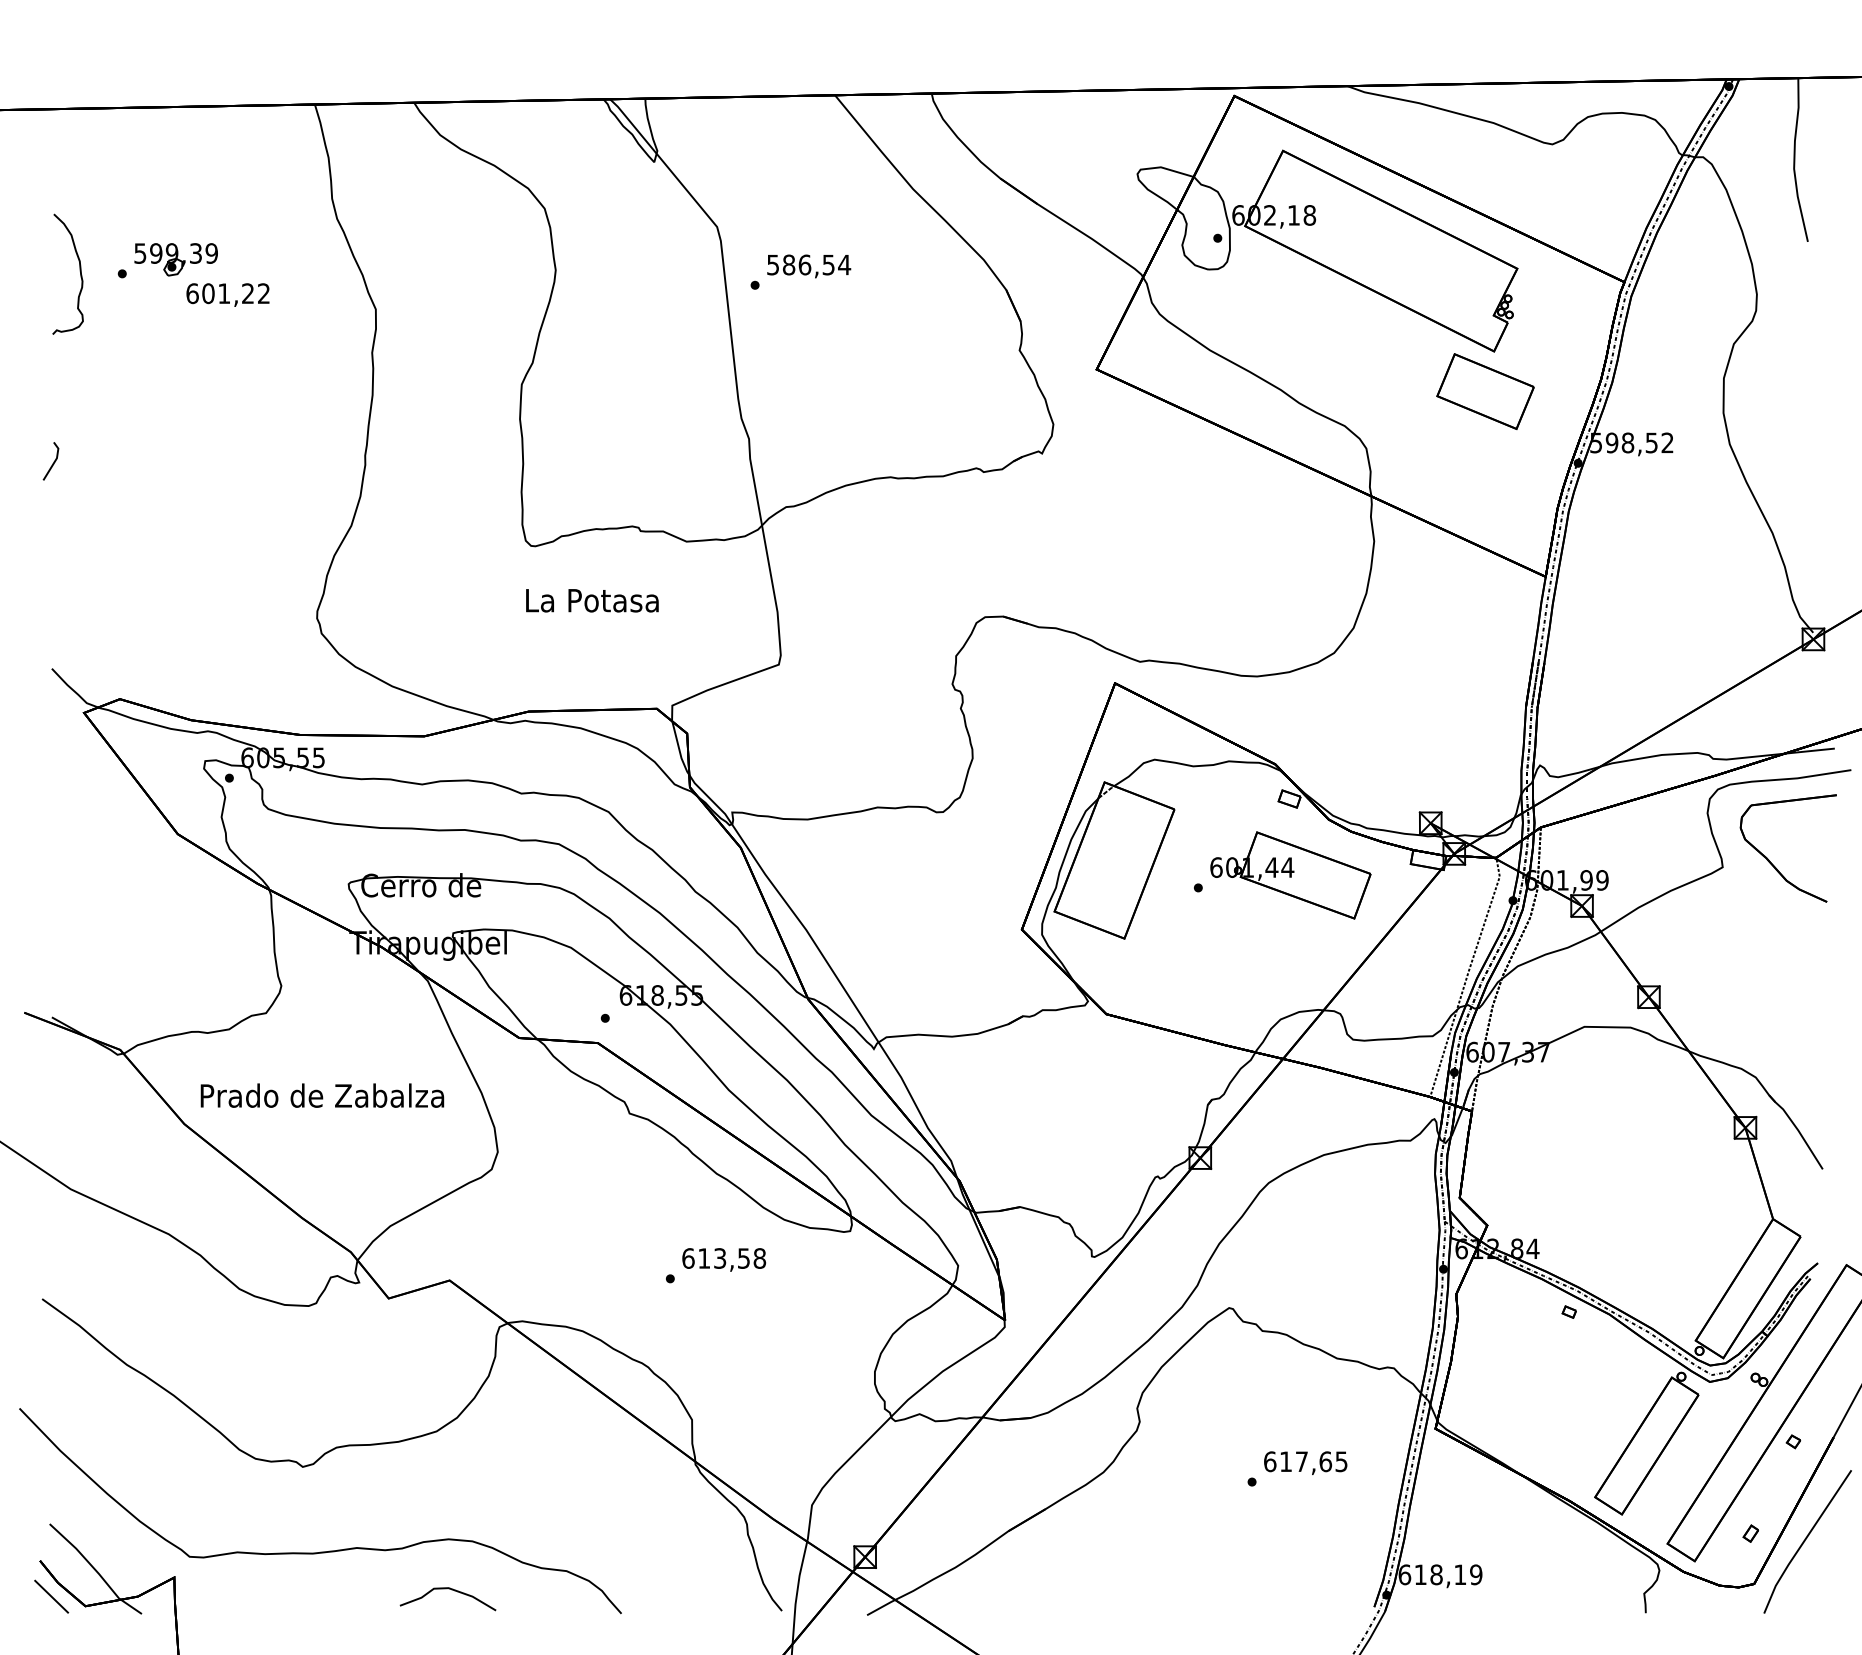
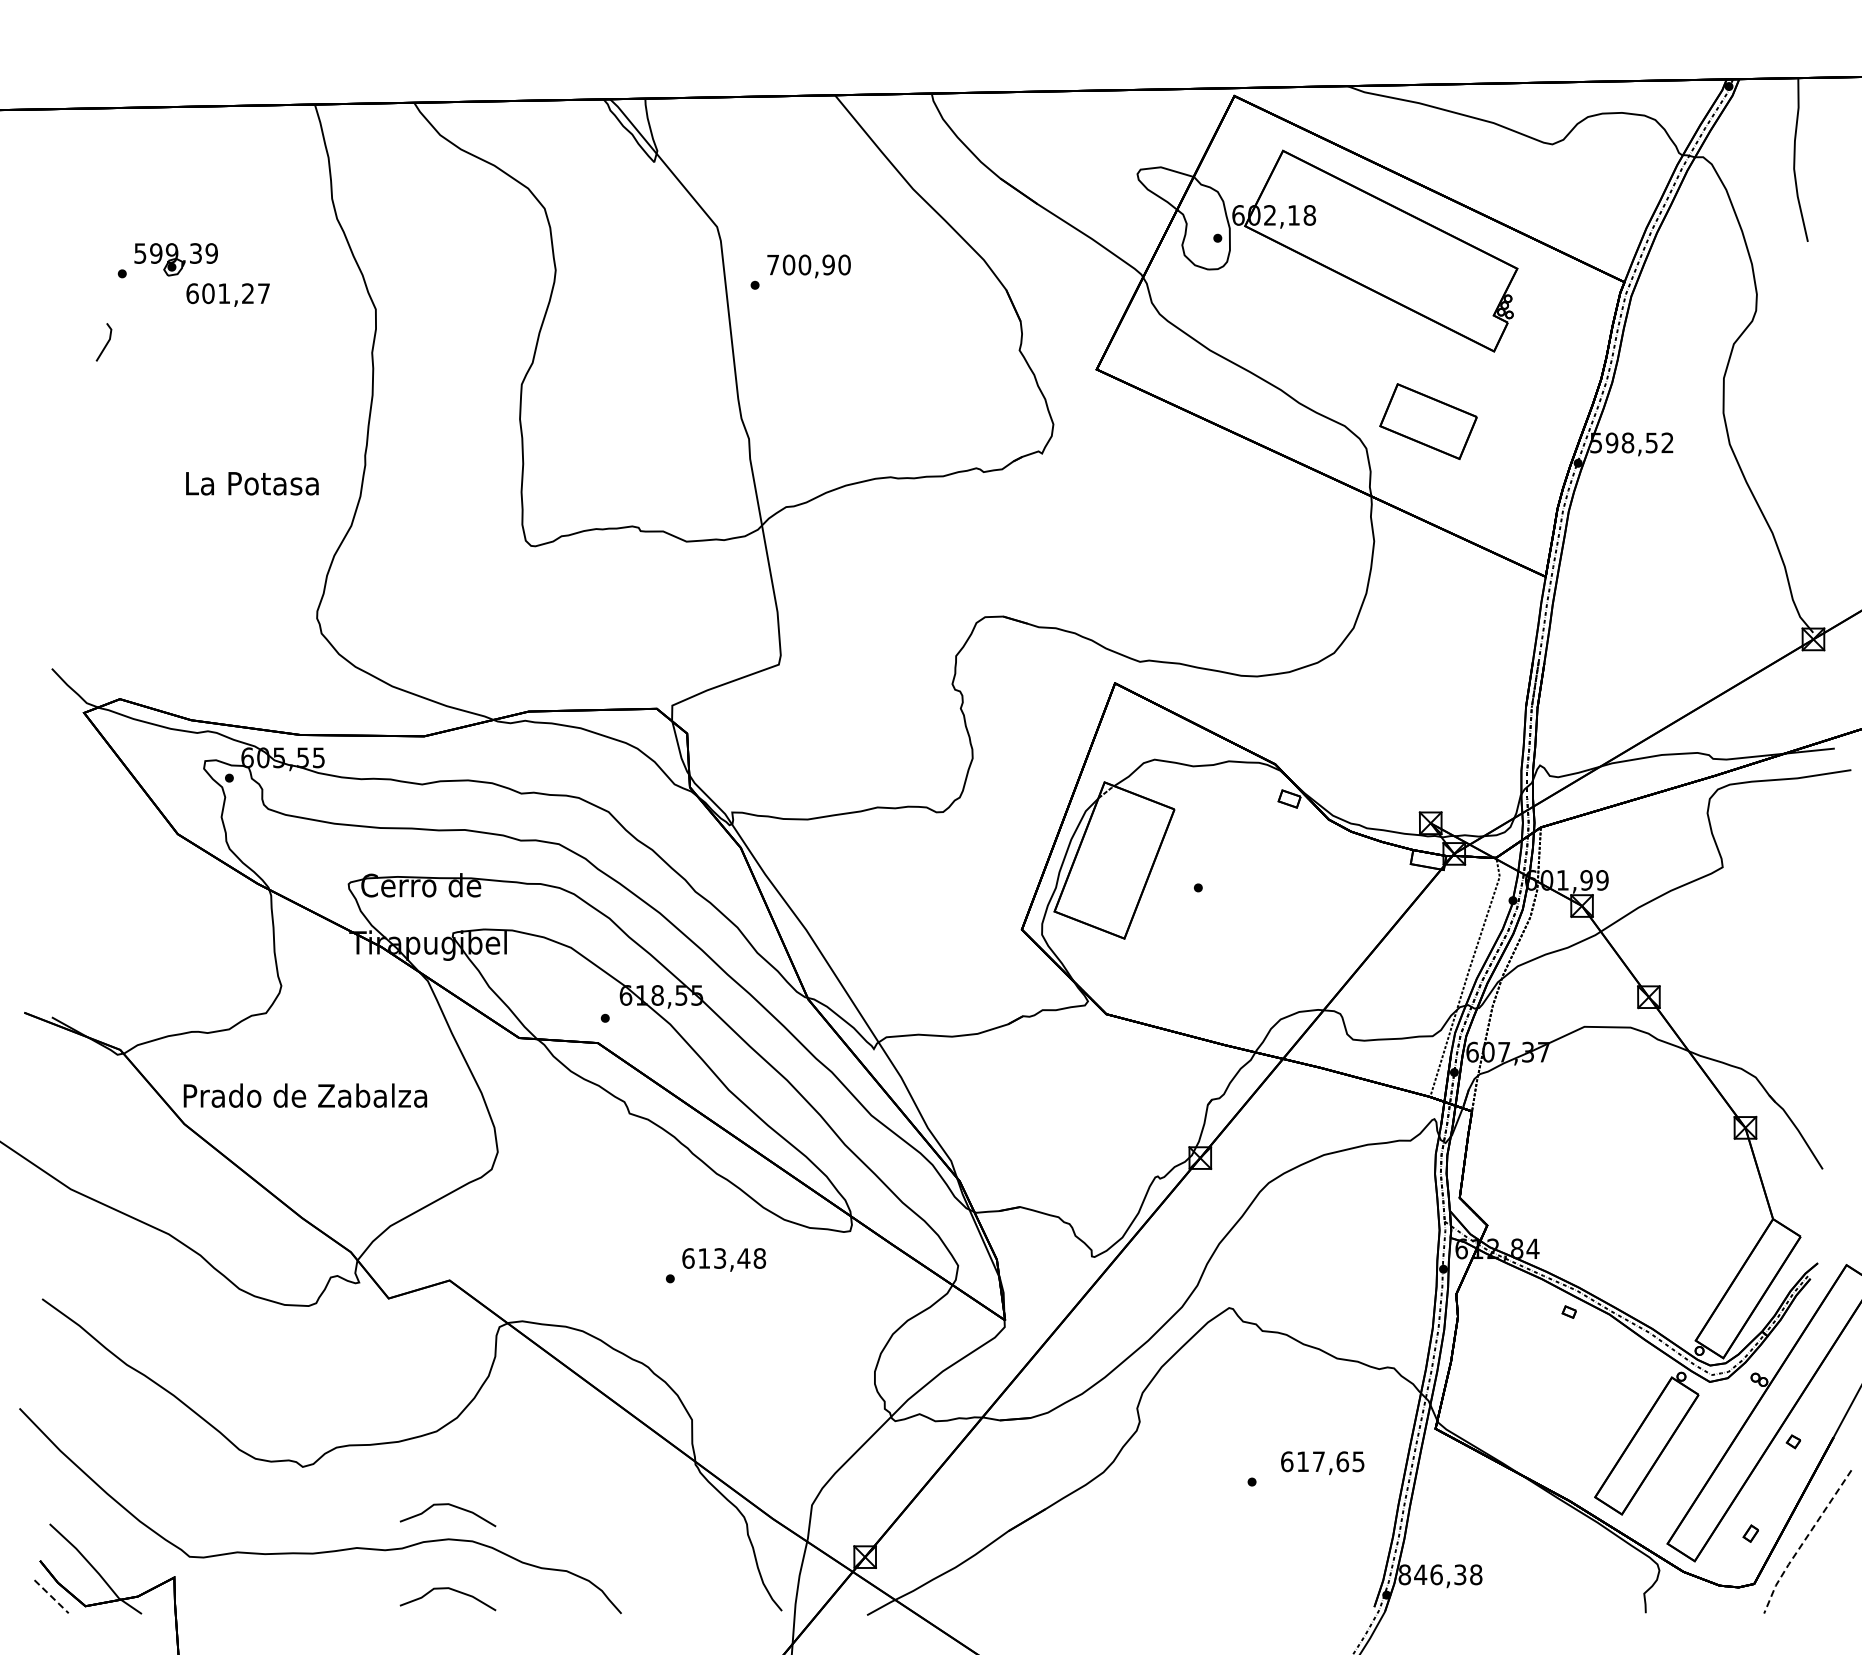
text at (809, 264): 586,54 -> 700,90
curve at (79, 271): present -> none
text at (263, 293): 601,22 -> 601,27
part at (1485, 391) position: (1485, 391) -> (1428, 421)
line at (52, 463) position: (52, 463) -> (105, 344)
text at (592, 600) position: (592, 600) -> (252, 483)
part at (1772, 863): present -> none
part at (1290, 875): present -> none
text at (322, 1095) position: (322, 1095) -> (305, 1095)
text at (743, 1258): 613,58 -> 613,48
text at (1305, 1462) position: (1305, 1462) -> (1322, 1462)
curve at (451, 1506): none -> present
line at (1804, 1541): solid -> dashed
text at (1440, 1574): 618,19 -> 846,38
line at (51, 1596): solid -> dashed
